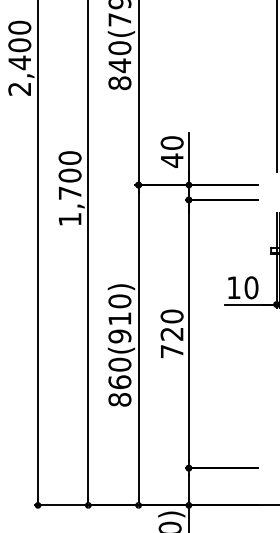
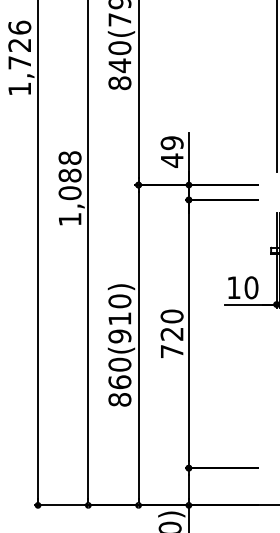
text at (19, 57): 2,400 -> 1,726
text at (172, 143): 40 -> 49
text at (69, 175): 1,700 -> 1,088
